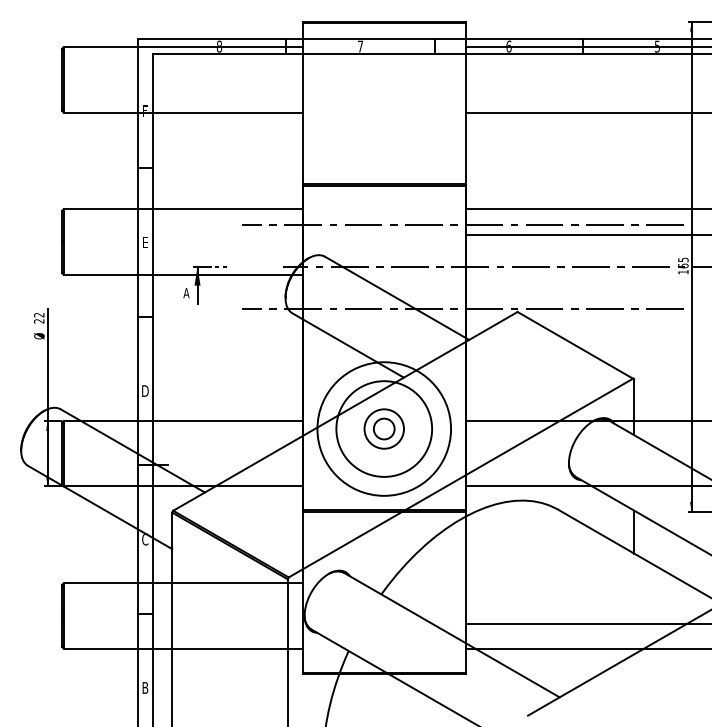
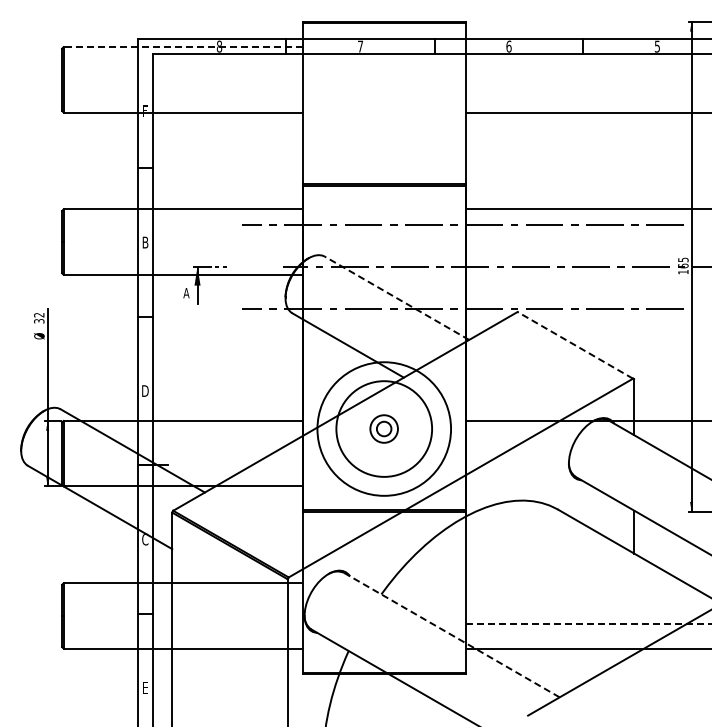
line at (183, 47): solid -> dashed
line at (586, 47): present -> none
line at (586, 234): present -> none
text at (145, 242): E -> B
line at (396, 298): solid -> dashed
text at (39, 321): 22 -> 32
line at (575, 345): solid -> dashed
part at (383, 428) size: 42x42 px -> 30x30 px
line at (586, 486): present -> none
line at (588, 623): solid -> dashed
line at (451, 635): solid -> dashed
text at (145, 687): B -> E
